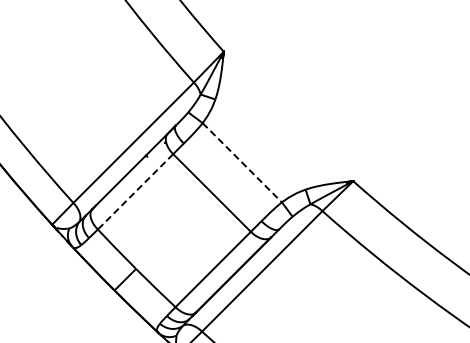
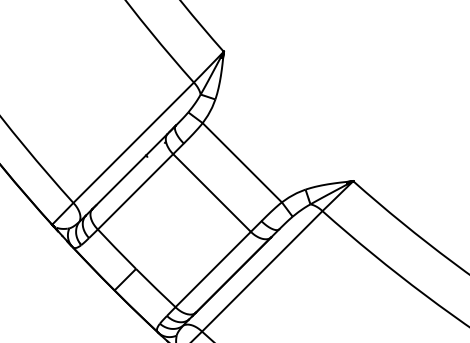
line at (242, 163): dashed -> solid
line at (135, 192): dashed -> solid
